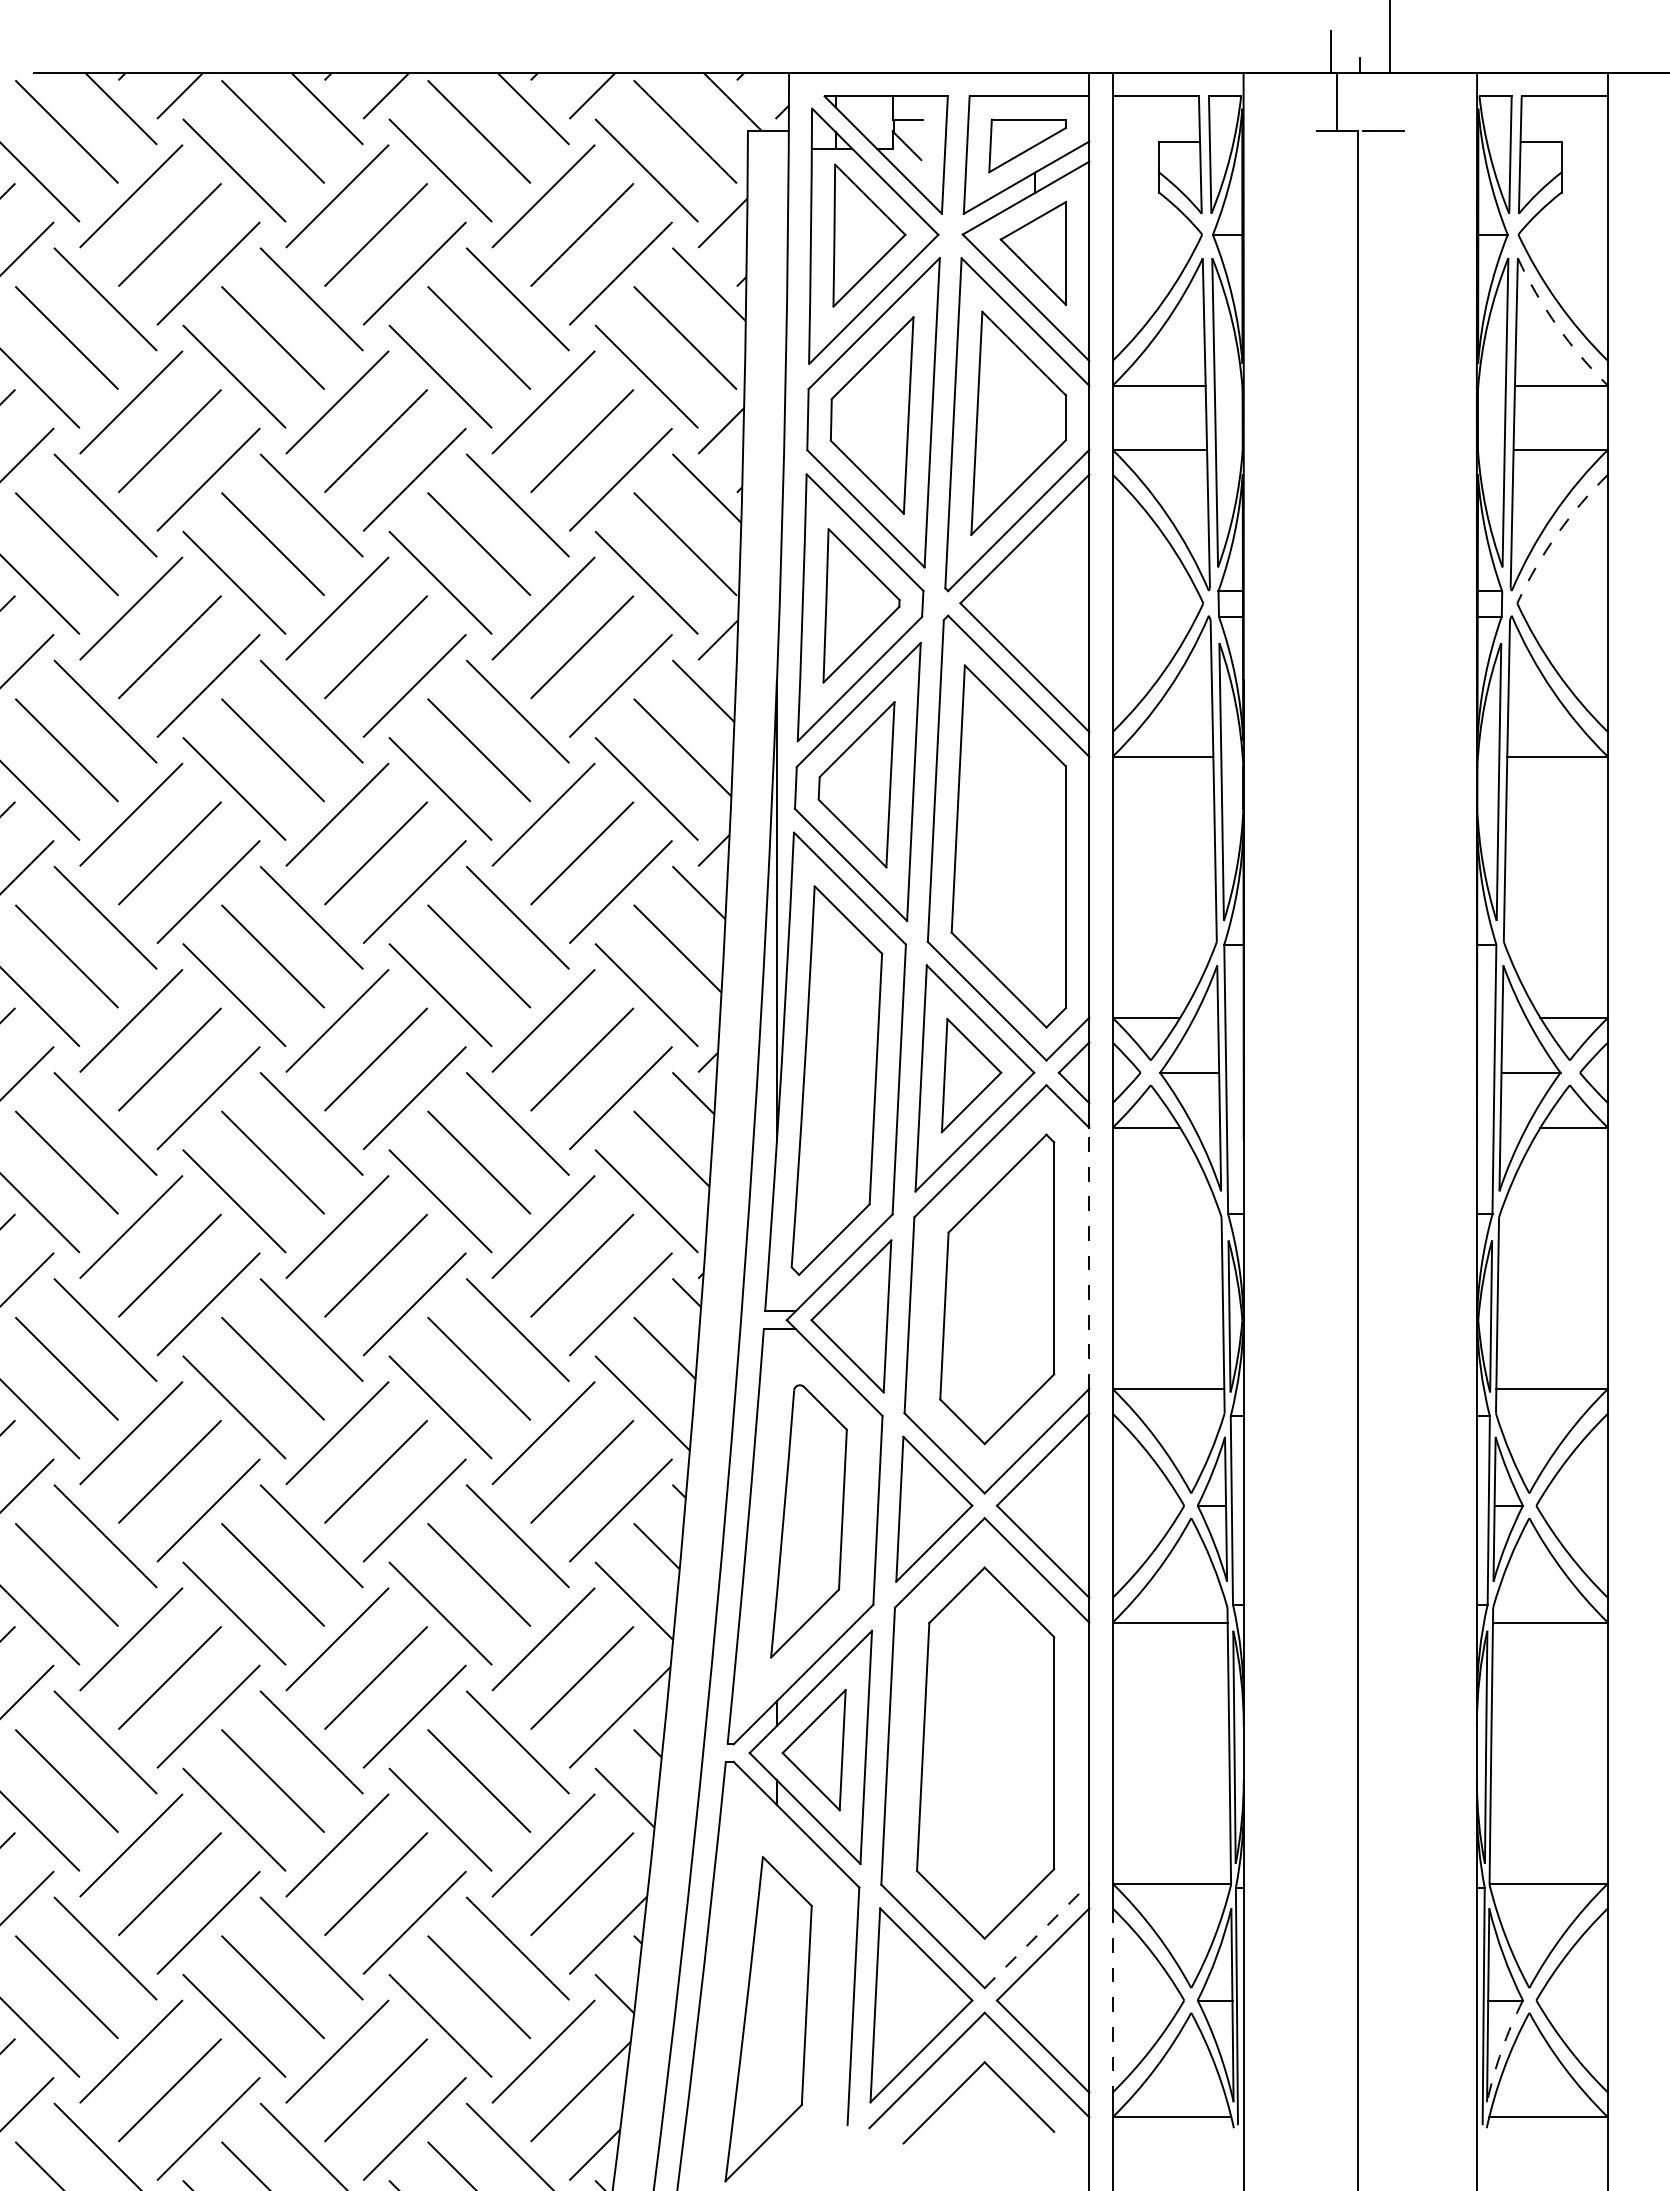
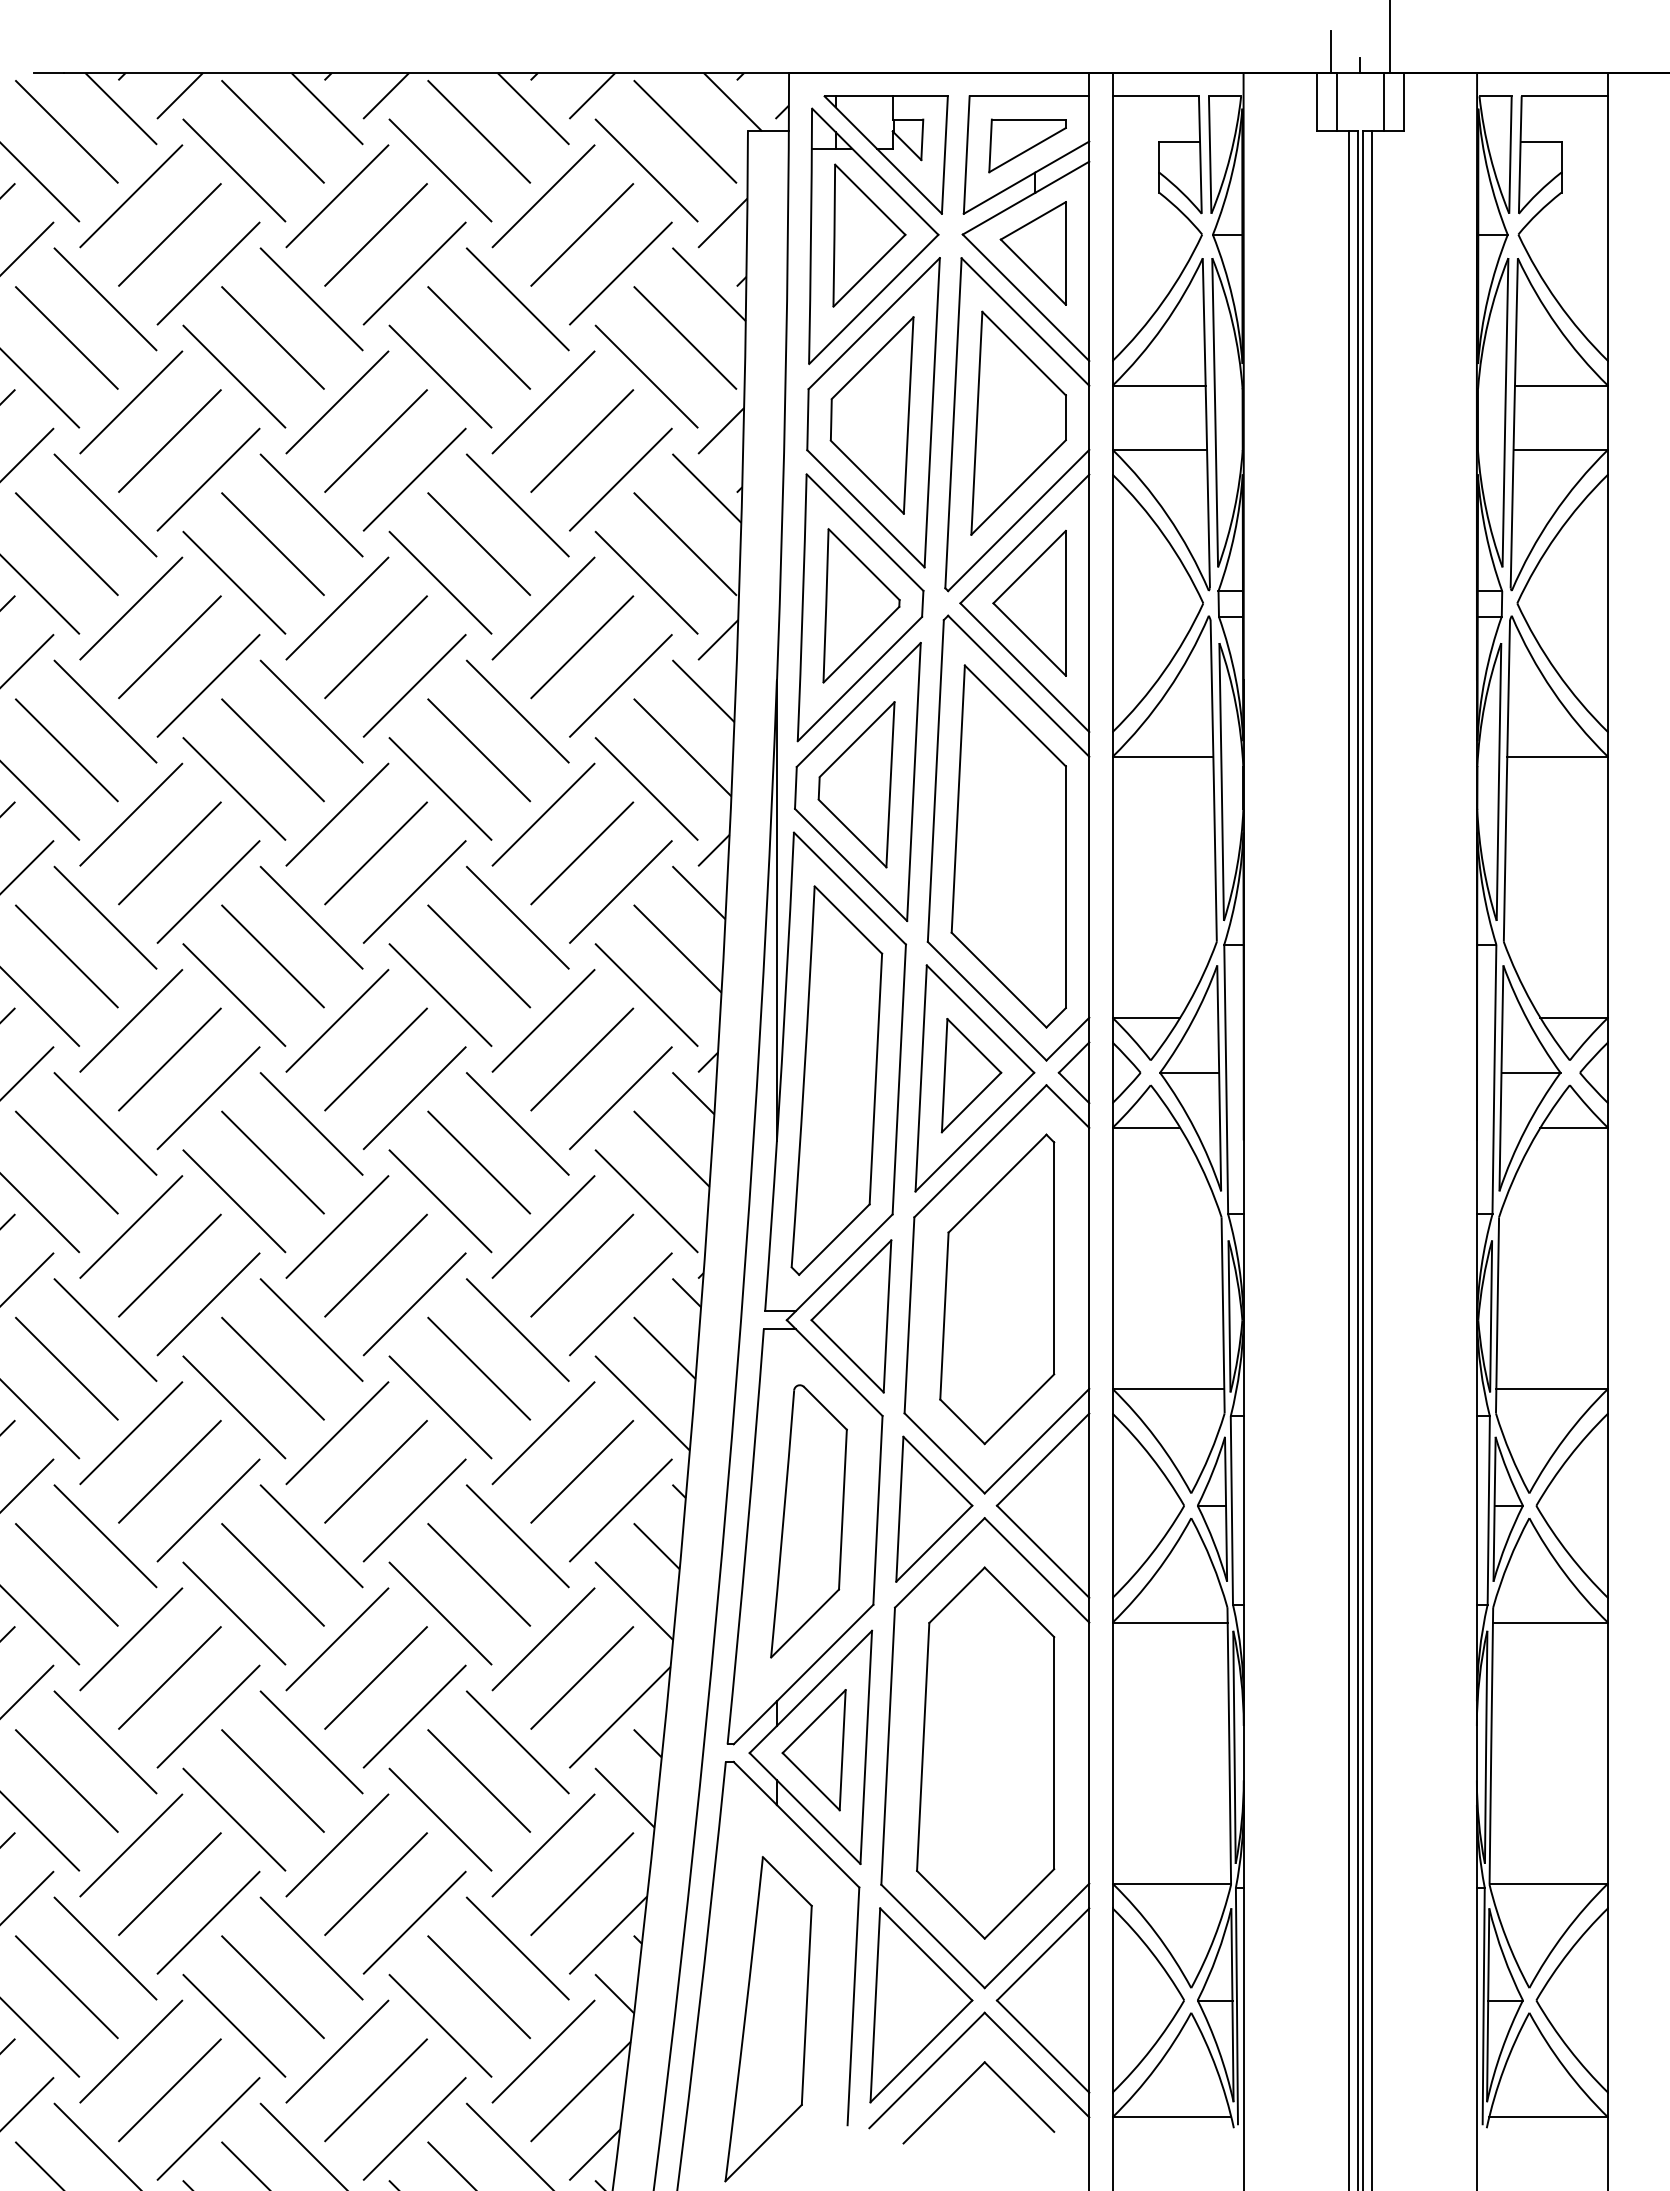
line at (1316, 101): none -> present
line at (1383, 101): none -> present
line at (1404, 101): none -> present
line at (922, 139): none -> present
arc at (1557, 326): dashed -> solid
arc at (1556, 534): dashed -> solid
part at (1029, 602): none -> present
line at (1348, 1159): none -> present
line at (1363, 1159): none -> present
line at (1372, 1159): none -> present
line at (1089, 1257): dashed -> solid
line at (1037, 1935): dashed -> solid
line at (1112, 2001): dashed -> solid
arc at (1501, 2050): dashed -> solid
